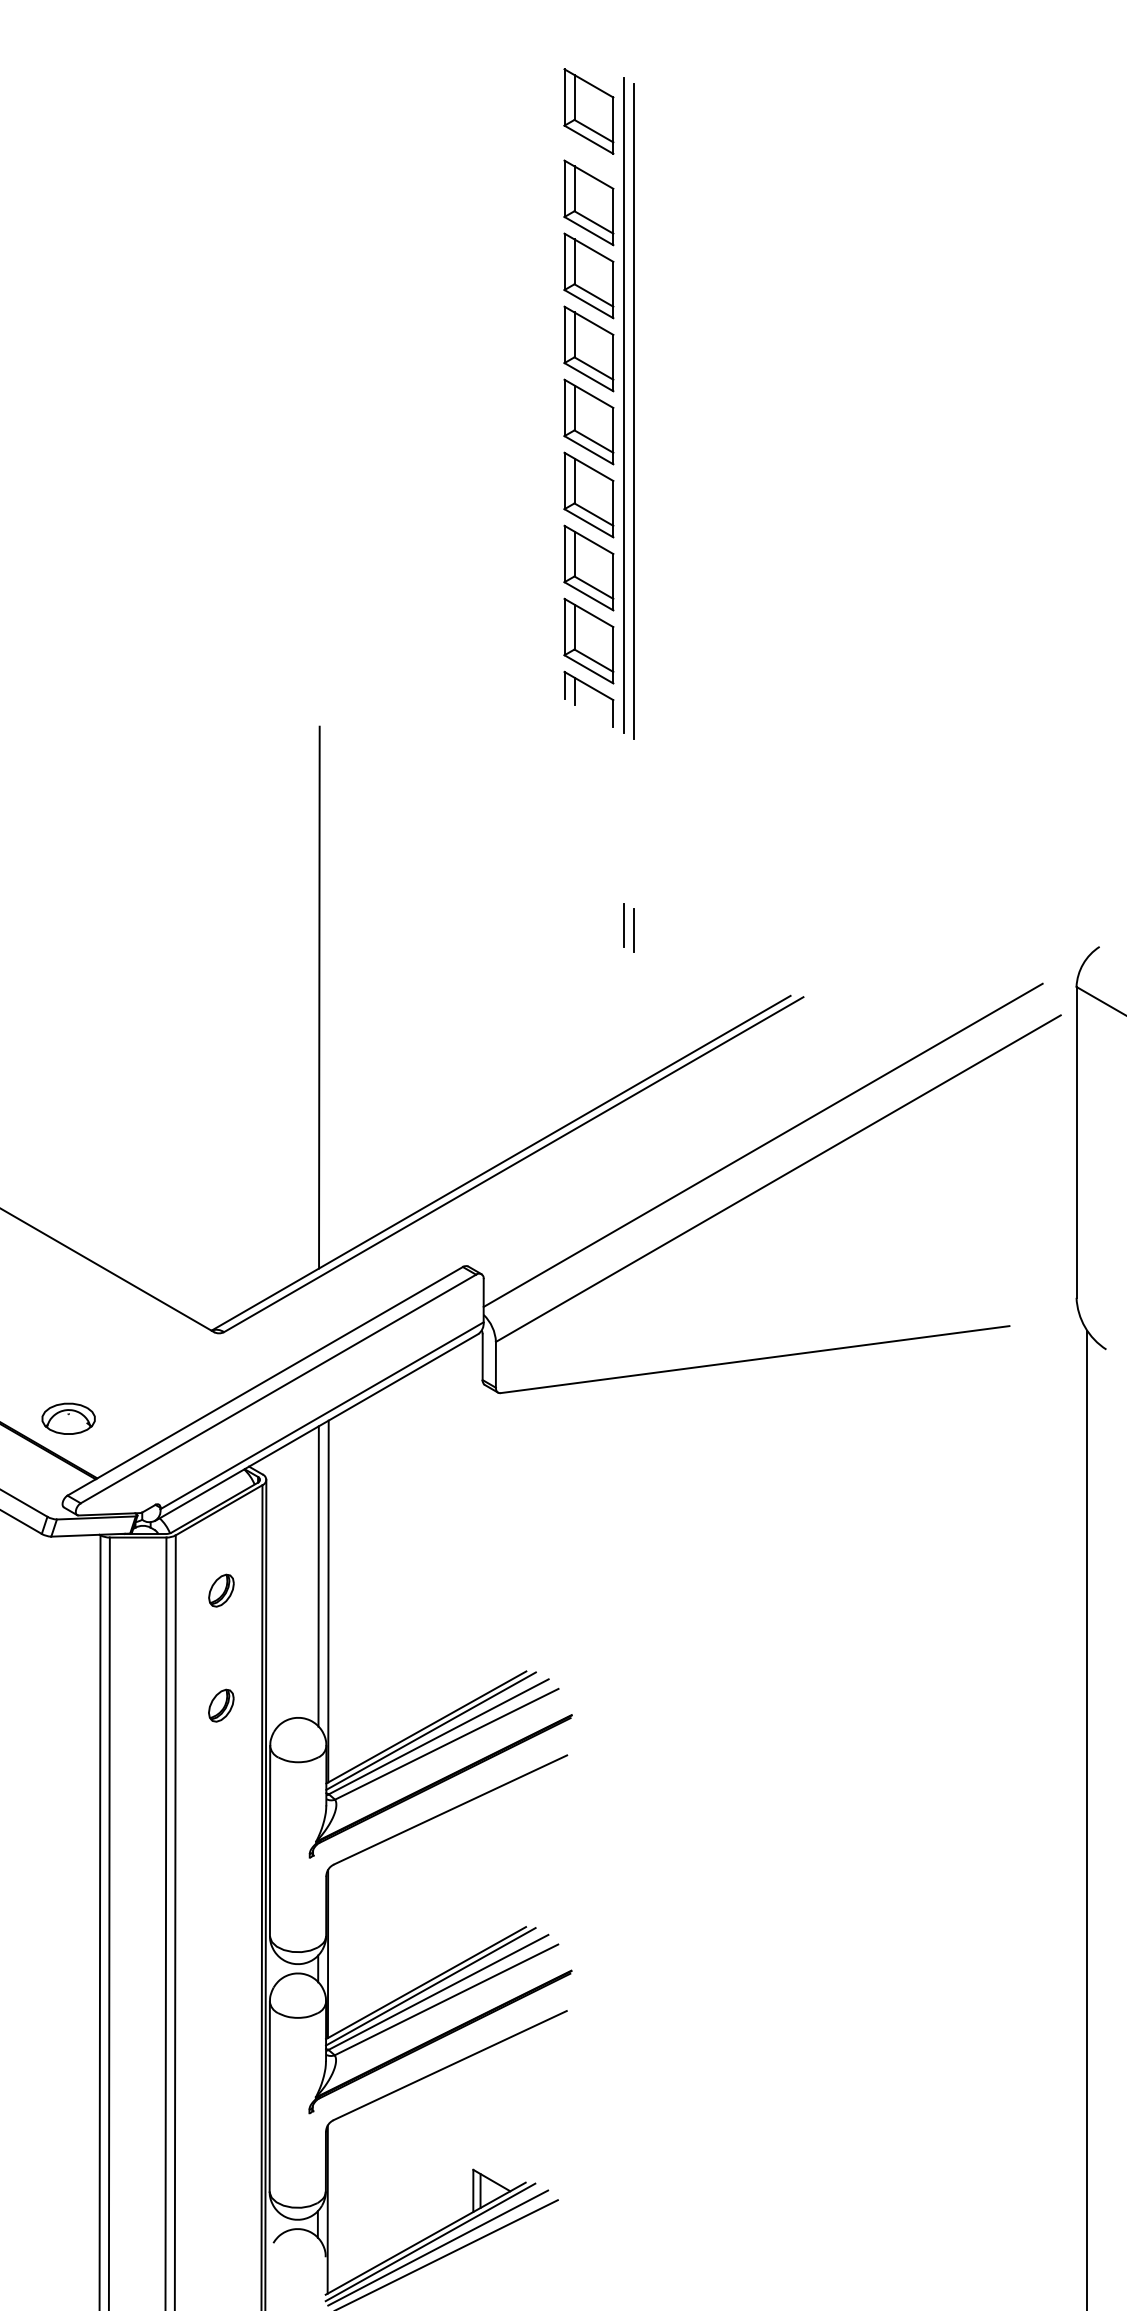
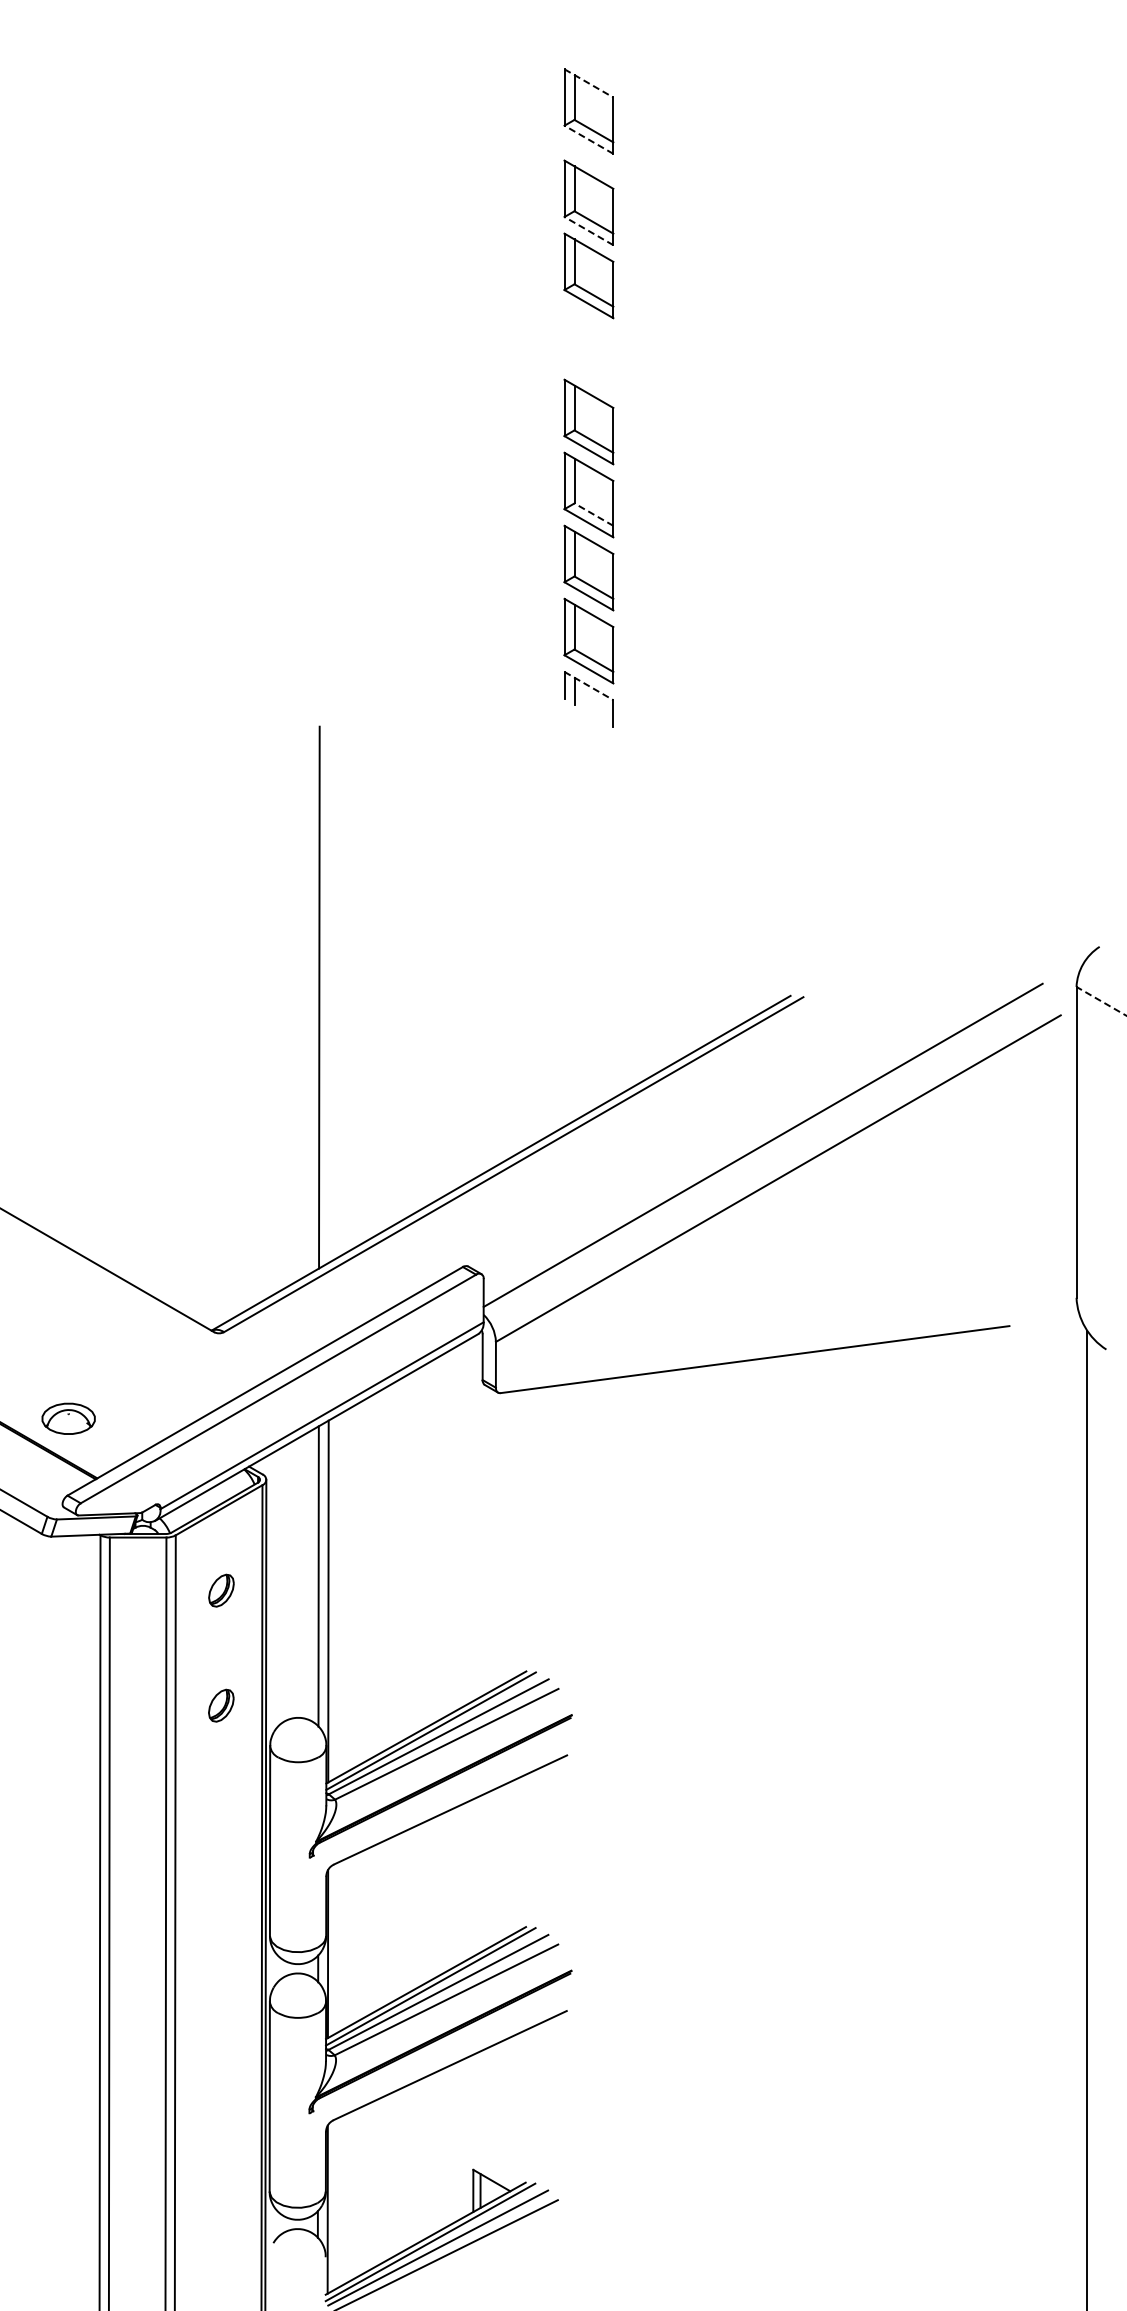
line at (589, 83): solid -> dashed
line at (588, 139): solid -> dashed
line at (588, 230): solid -> dashed
part at (588, 348): present -> none
line at (623, 405): present -> none
line at (633, 411): present -> none
line at (593, 514): solid -> dashed
line at (589, 686): solid -> dashed
line at (623, 924): present -> none
line at (633, 930): present -> none
line at (1101, 1001): solid -> dashed
